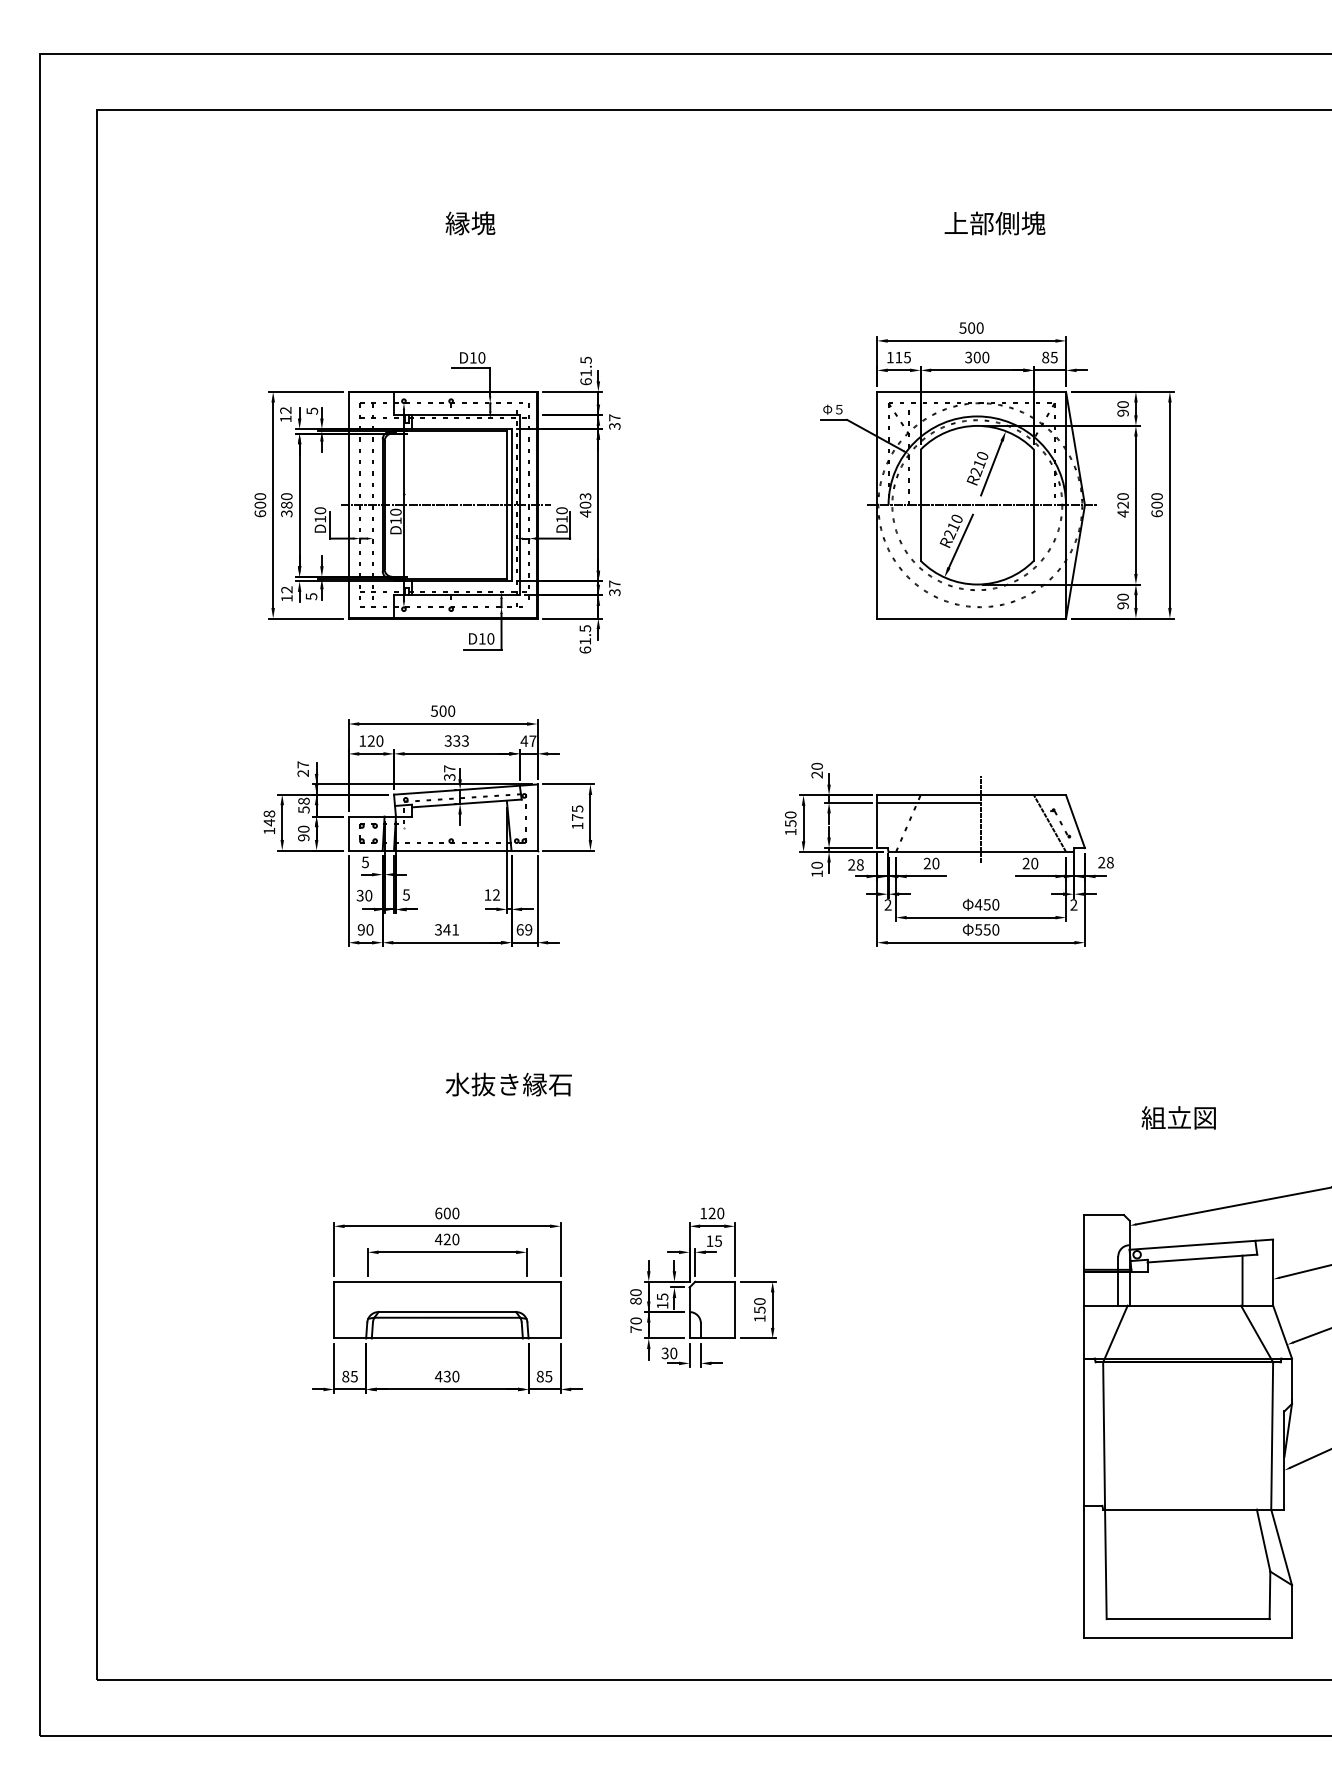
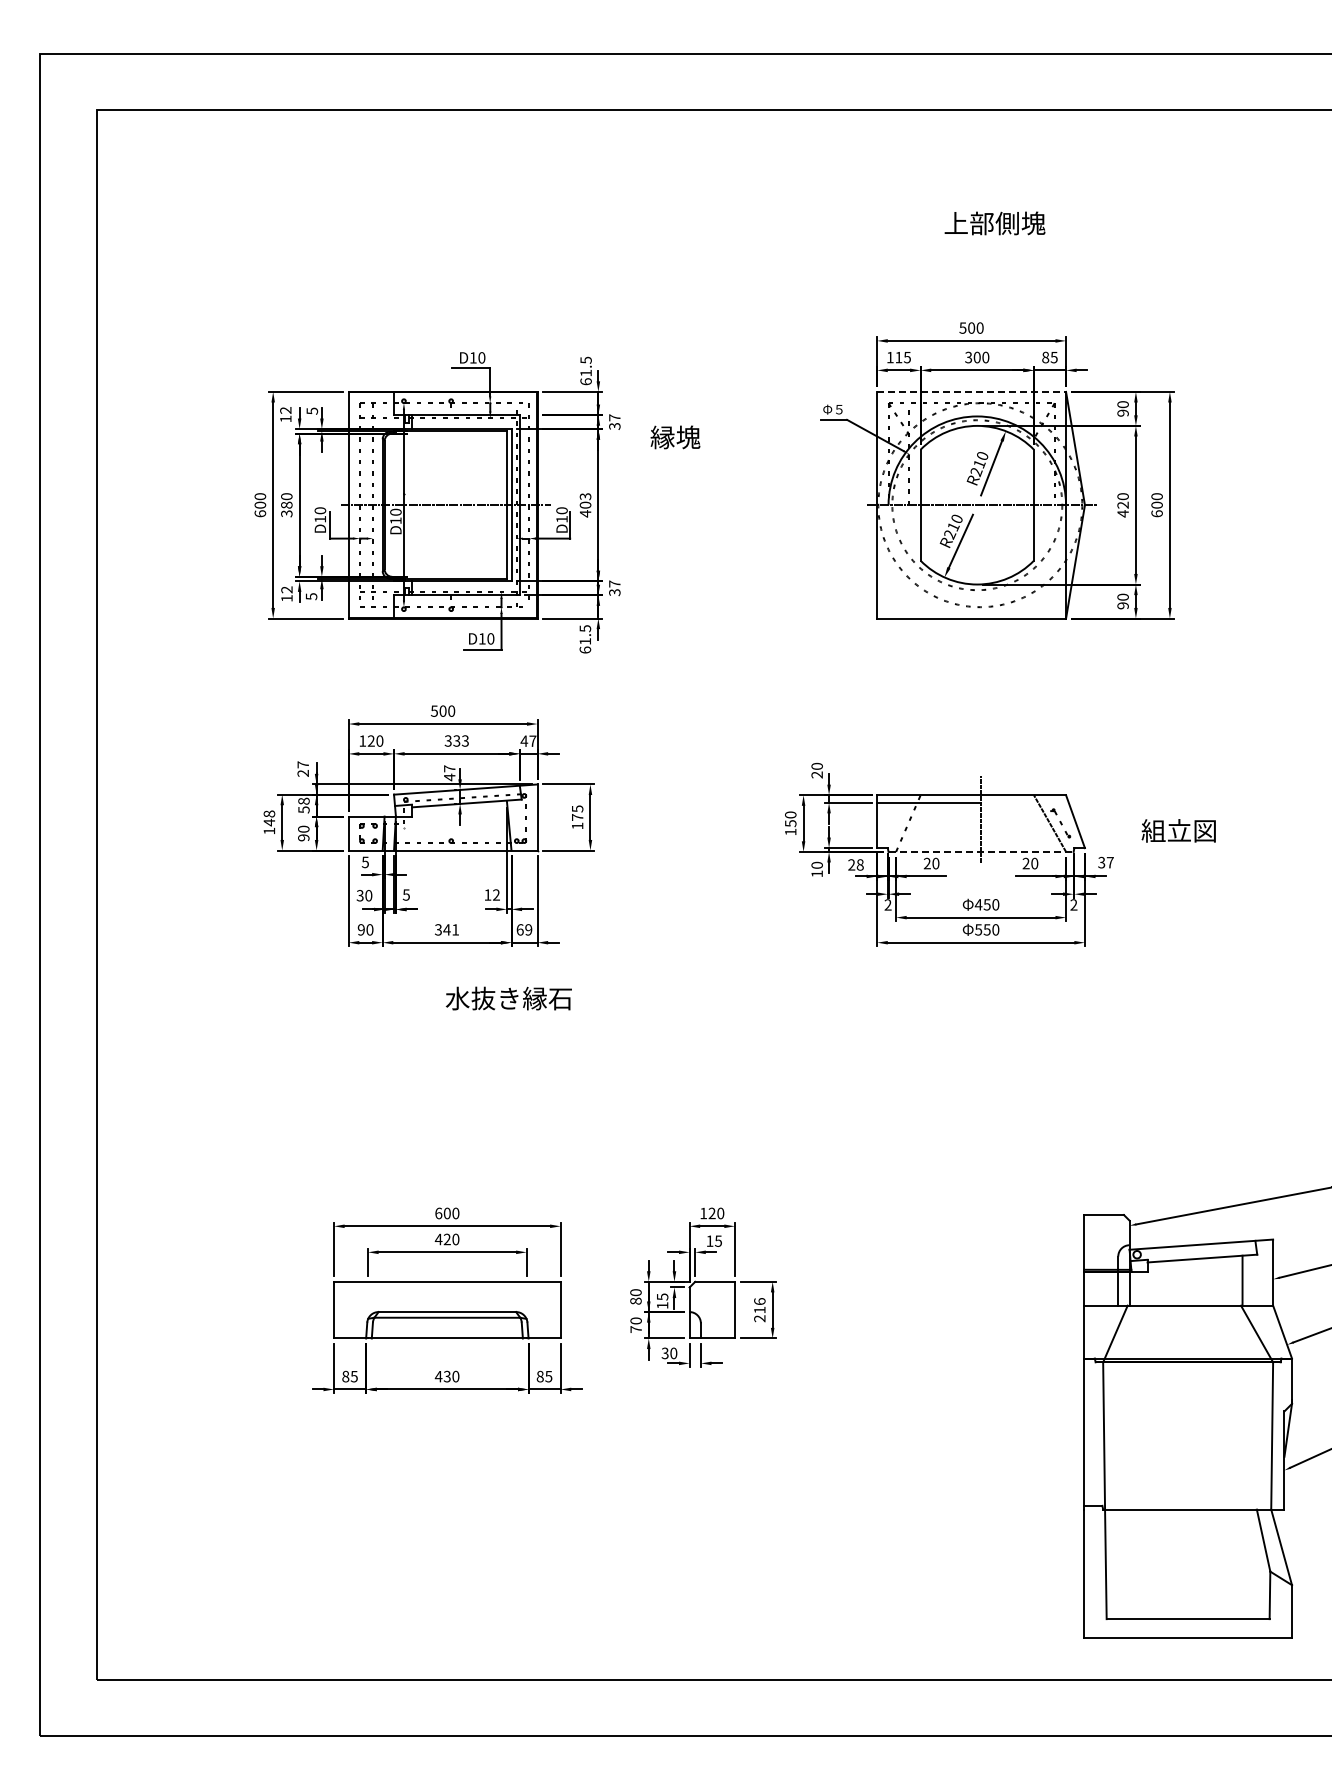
text at (470, 223) position: (470, 223) -> (675, 437)
line at (972, 391): solid -> dashed
text at (449, 777): 37 -> 47
line at (981, 851): solid -> dashed
text at (1105, 862): 28 -> 37
text at (508, 1084) position: (508, 1084) -> (508, 998)
text at (1178, 1117) position: (1178, 1117) -> (1178, 830)
text at (759, 1310): 150 -> 216
